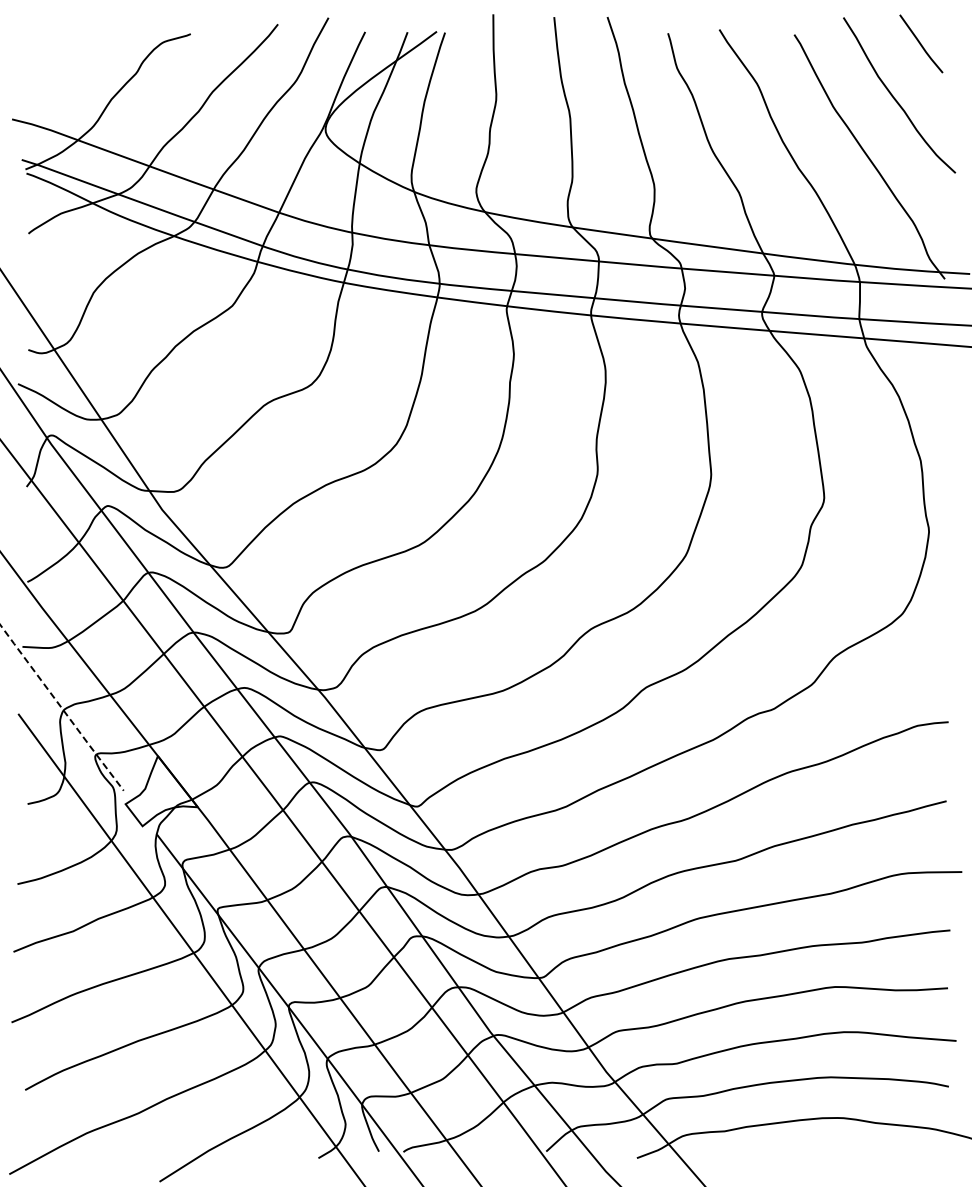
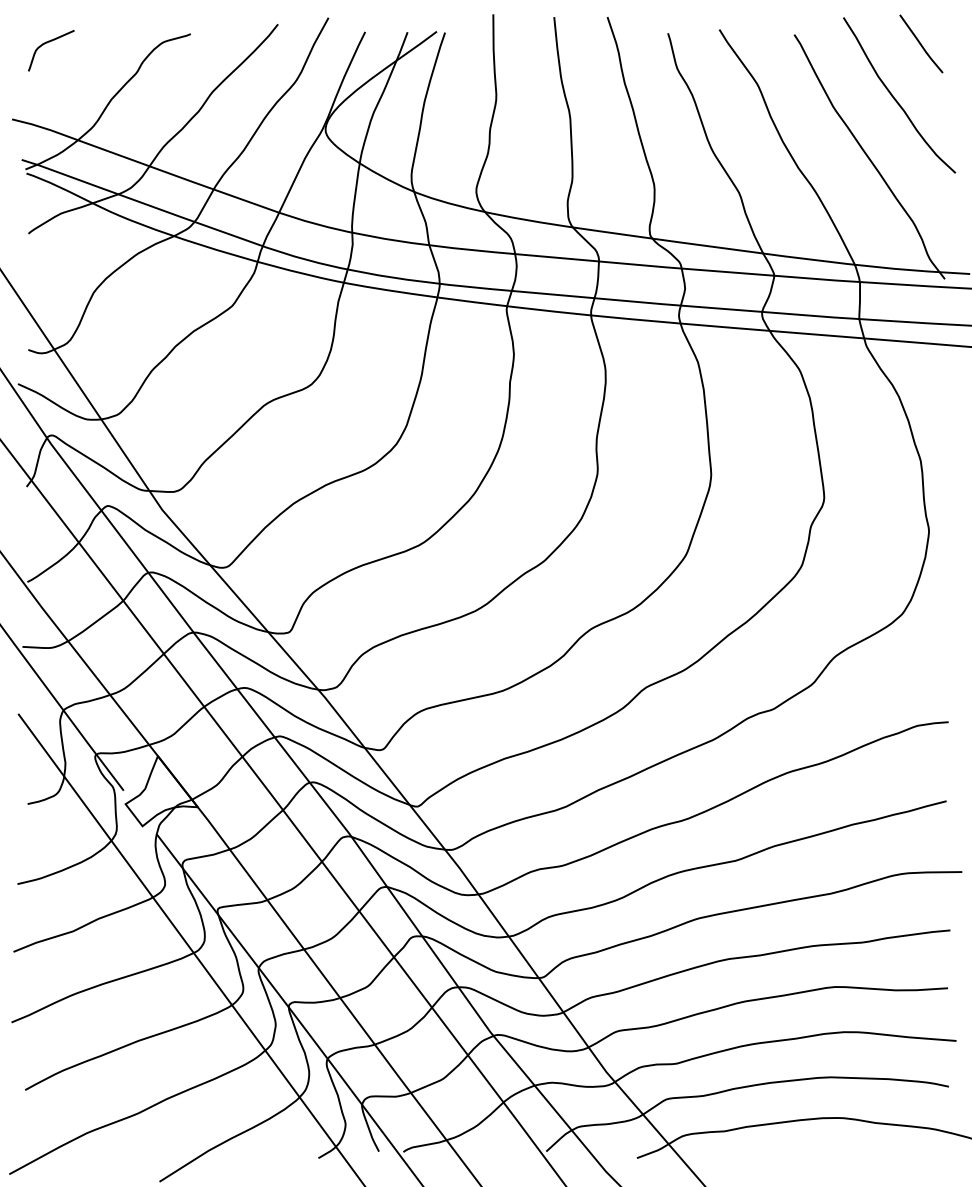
curve at (47, 43): none -> present
line at (61, 708): dashed -> solid
